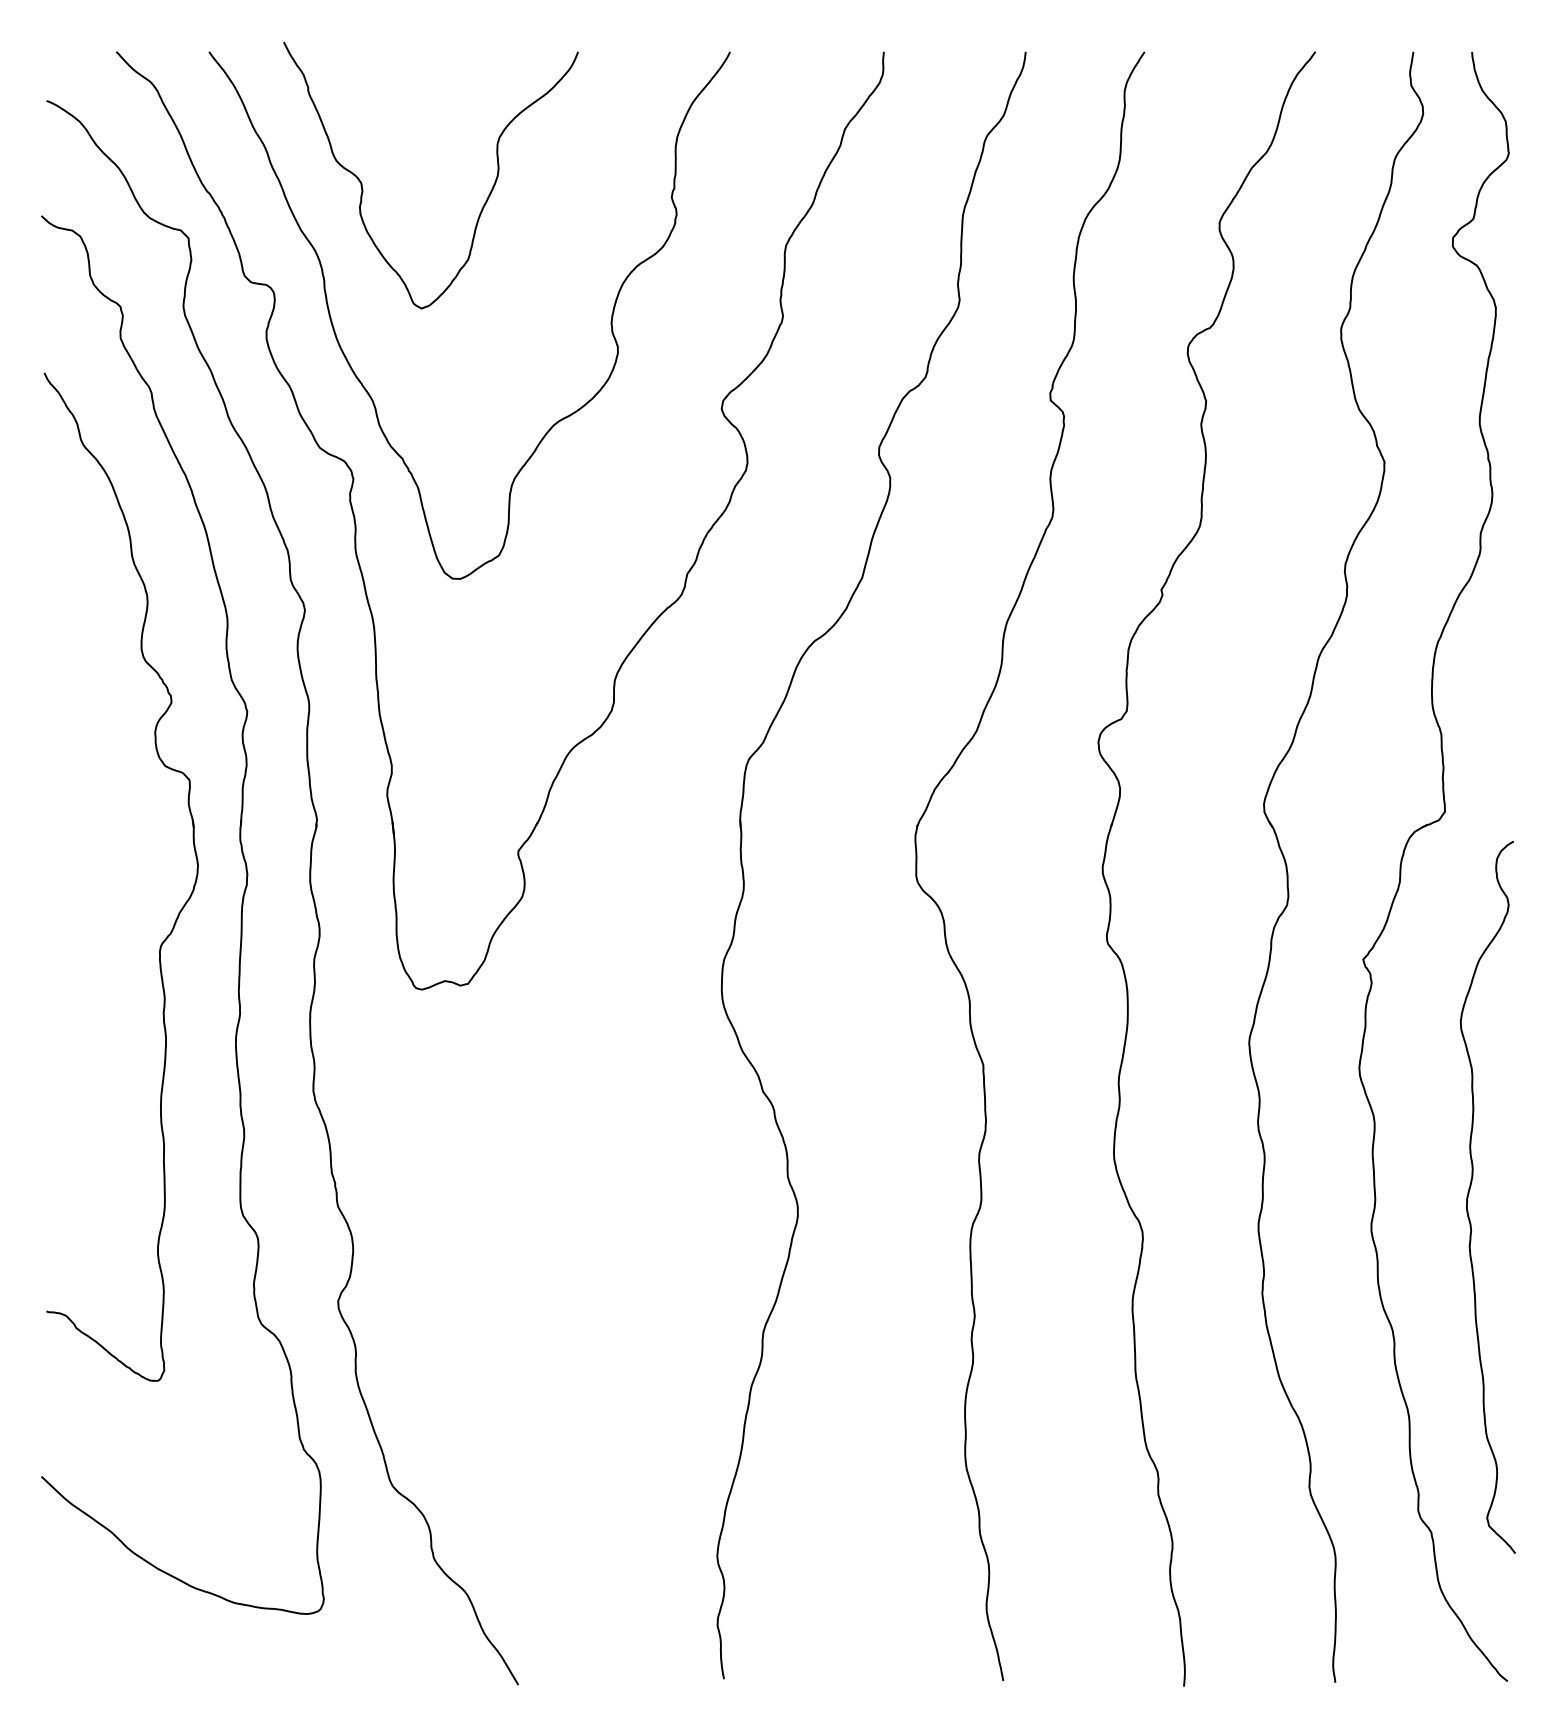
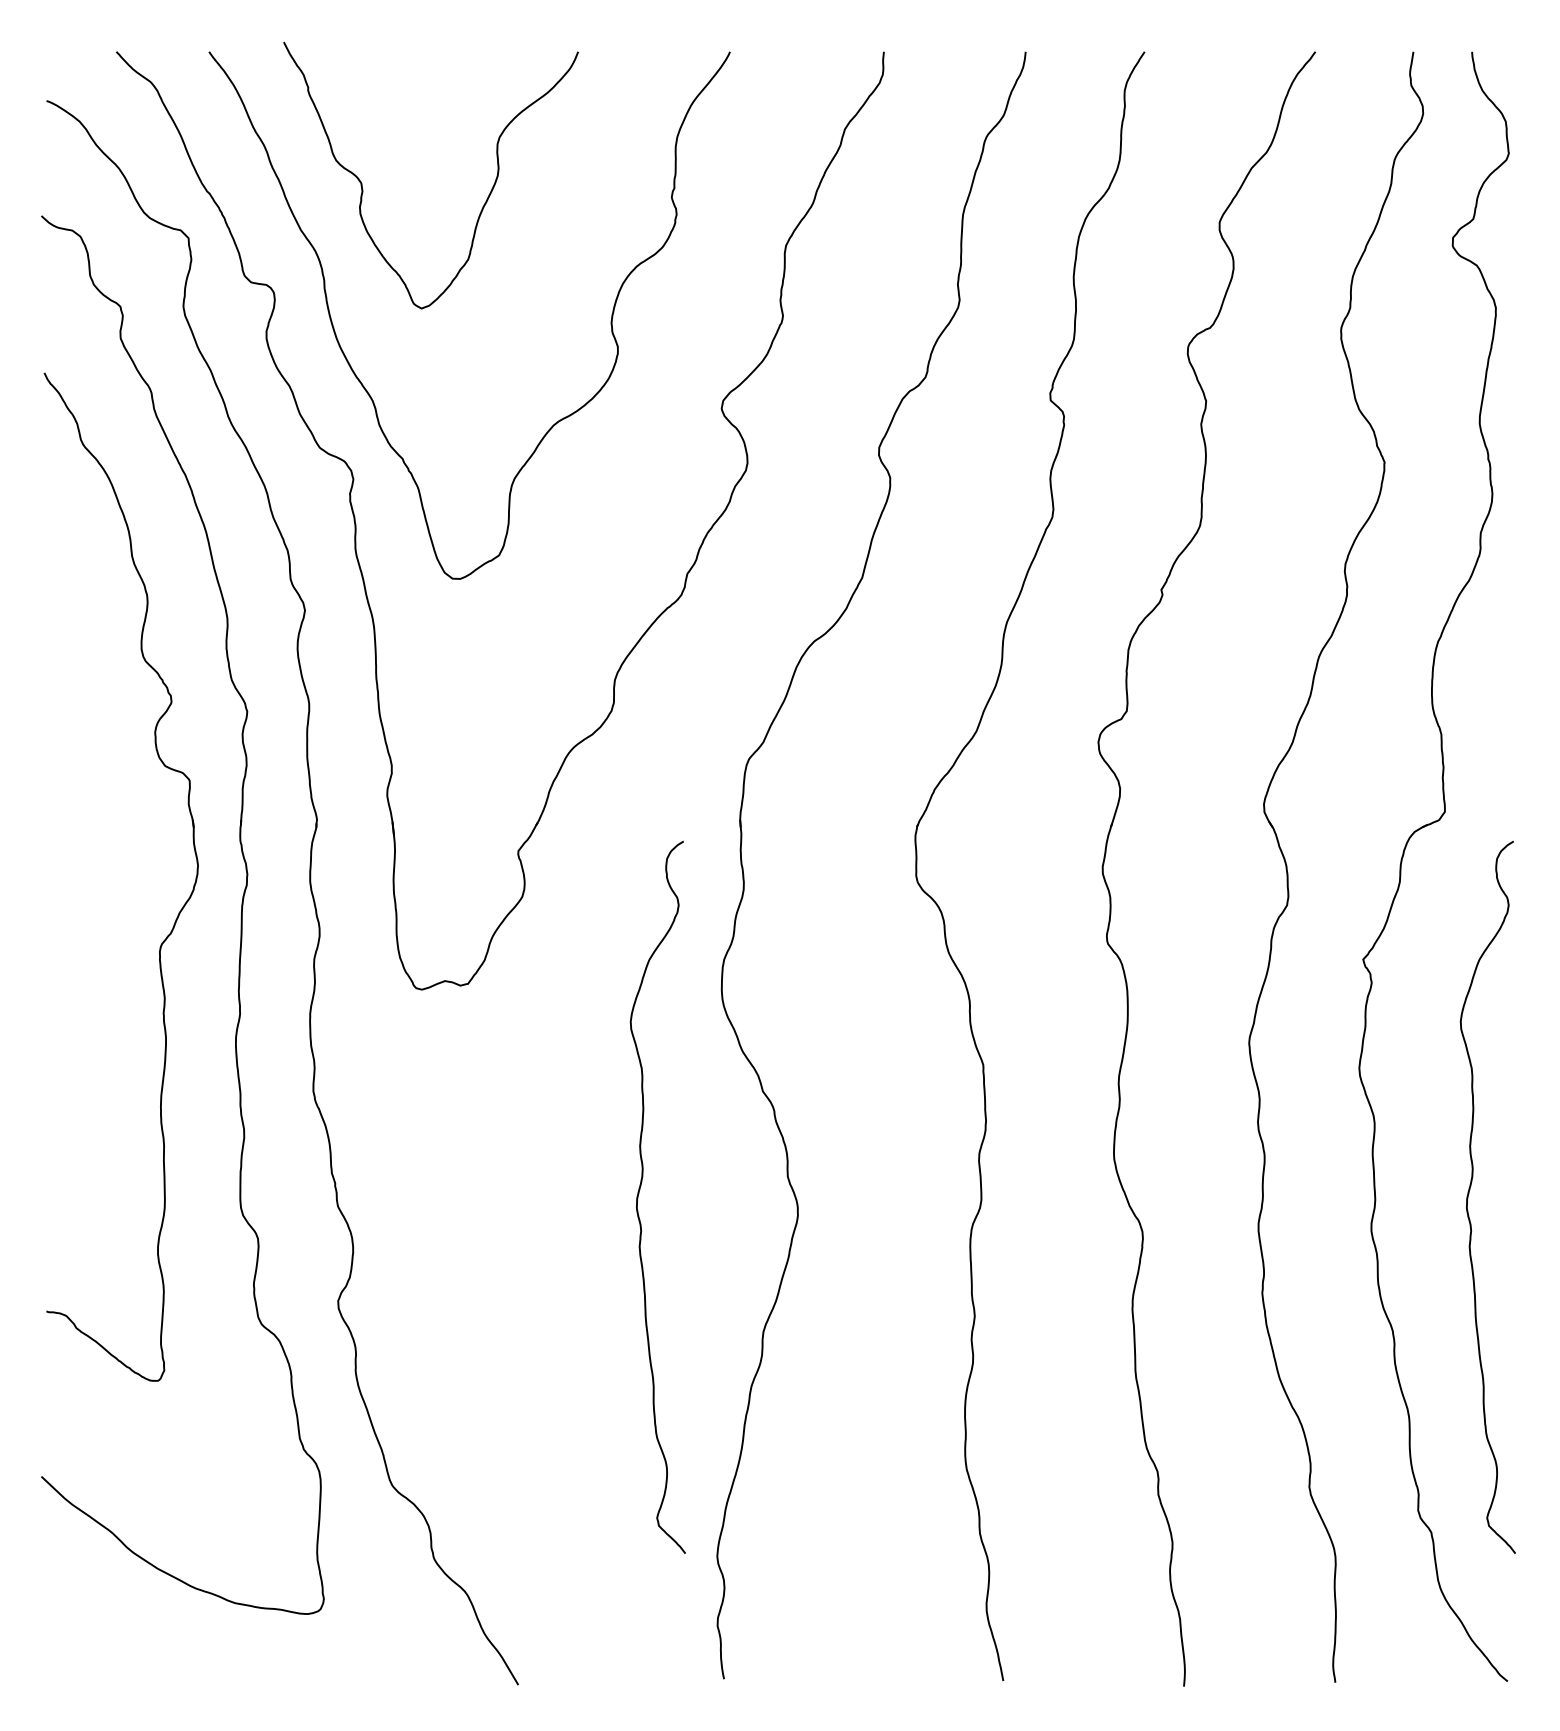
curve at (639, 1194): none -> present
